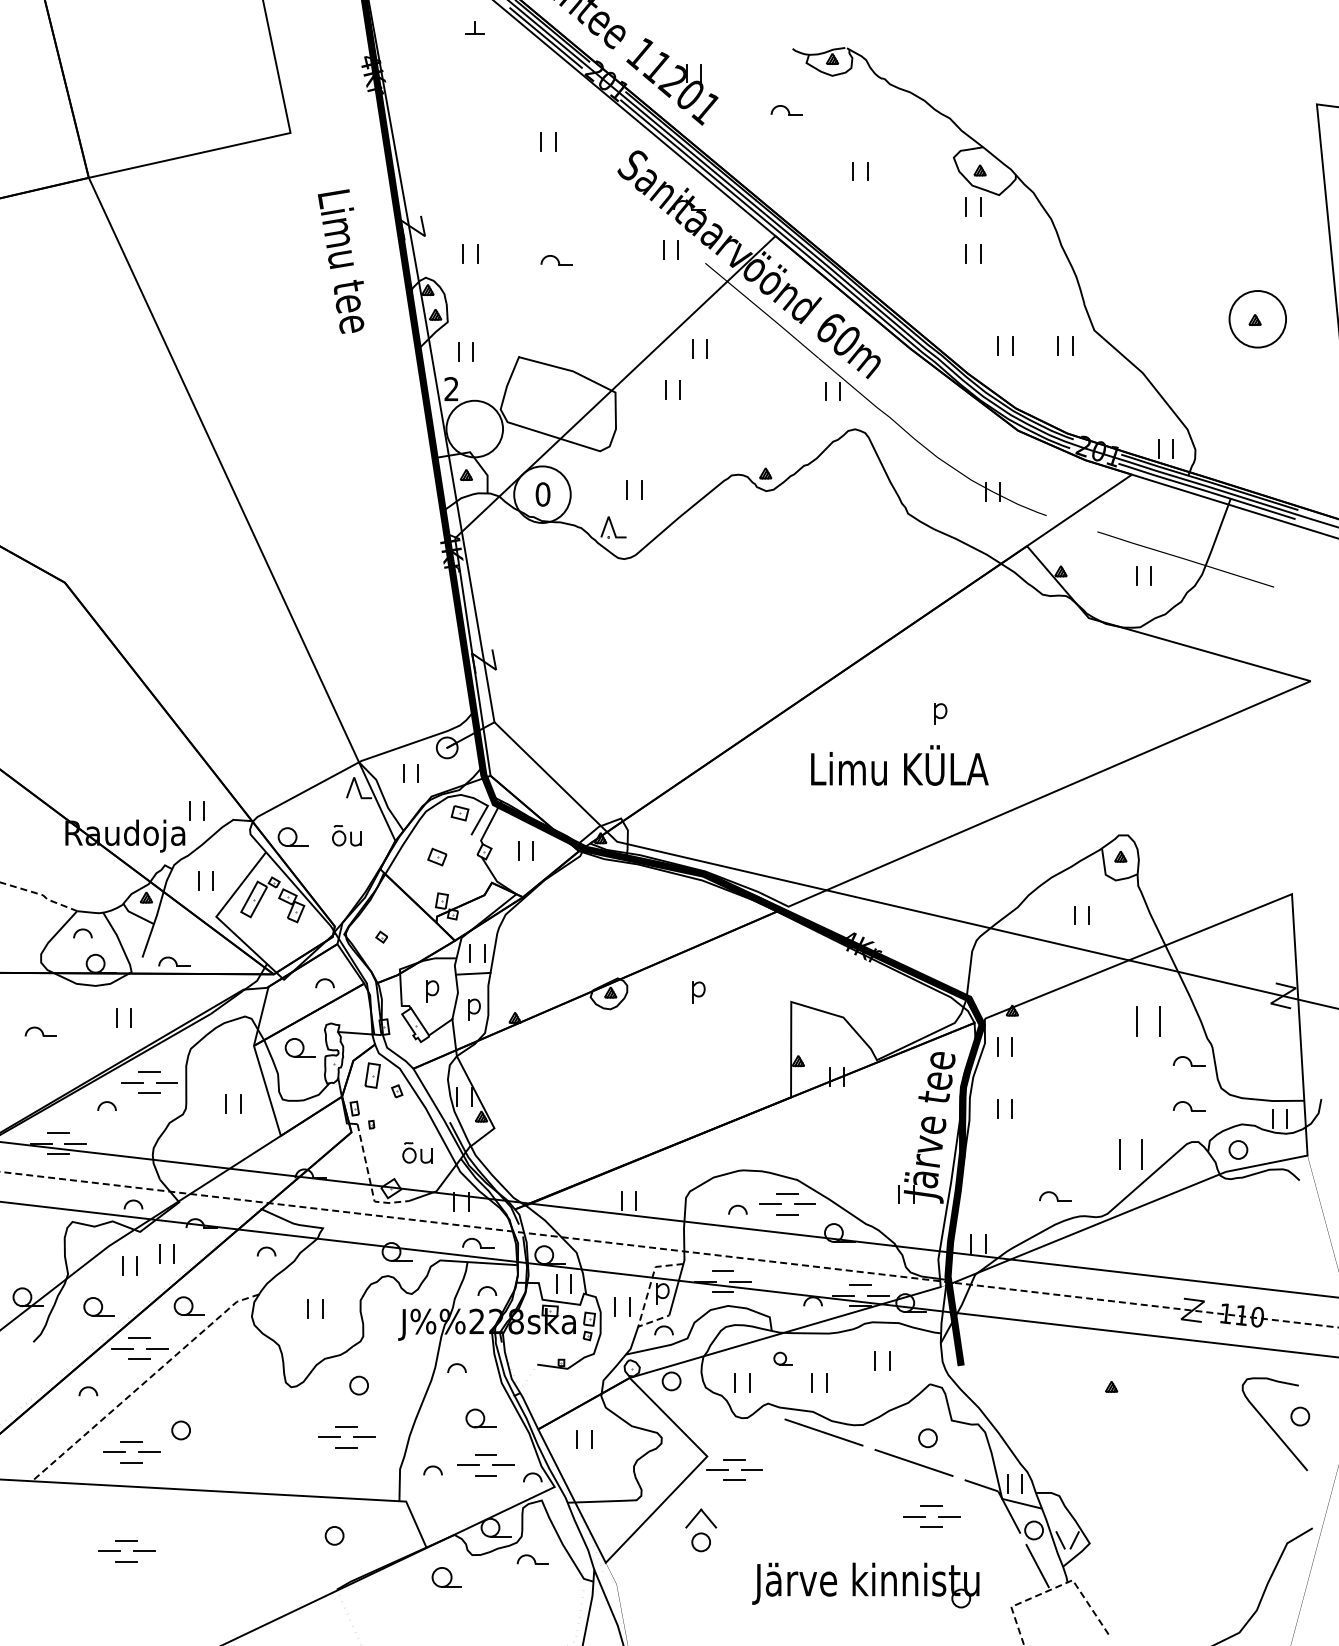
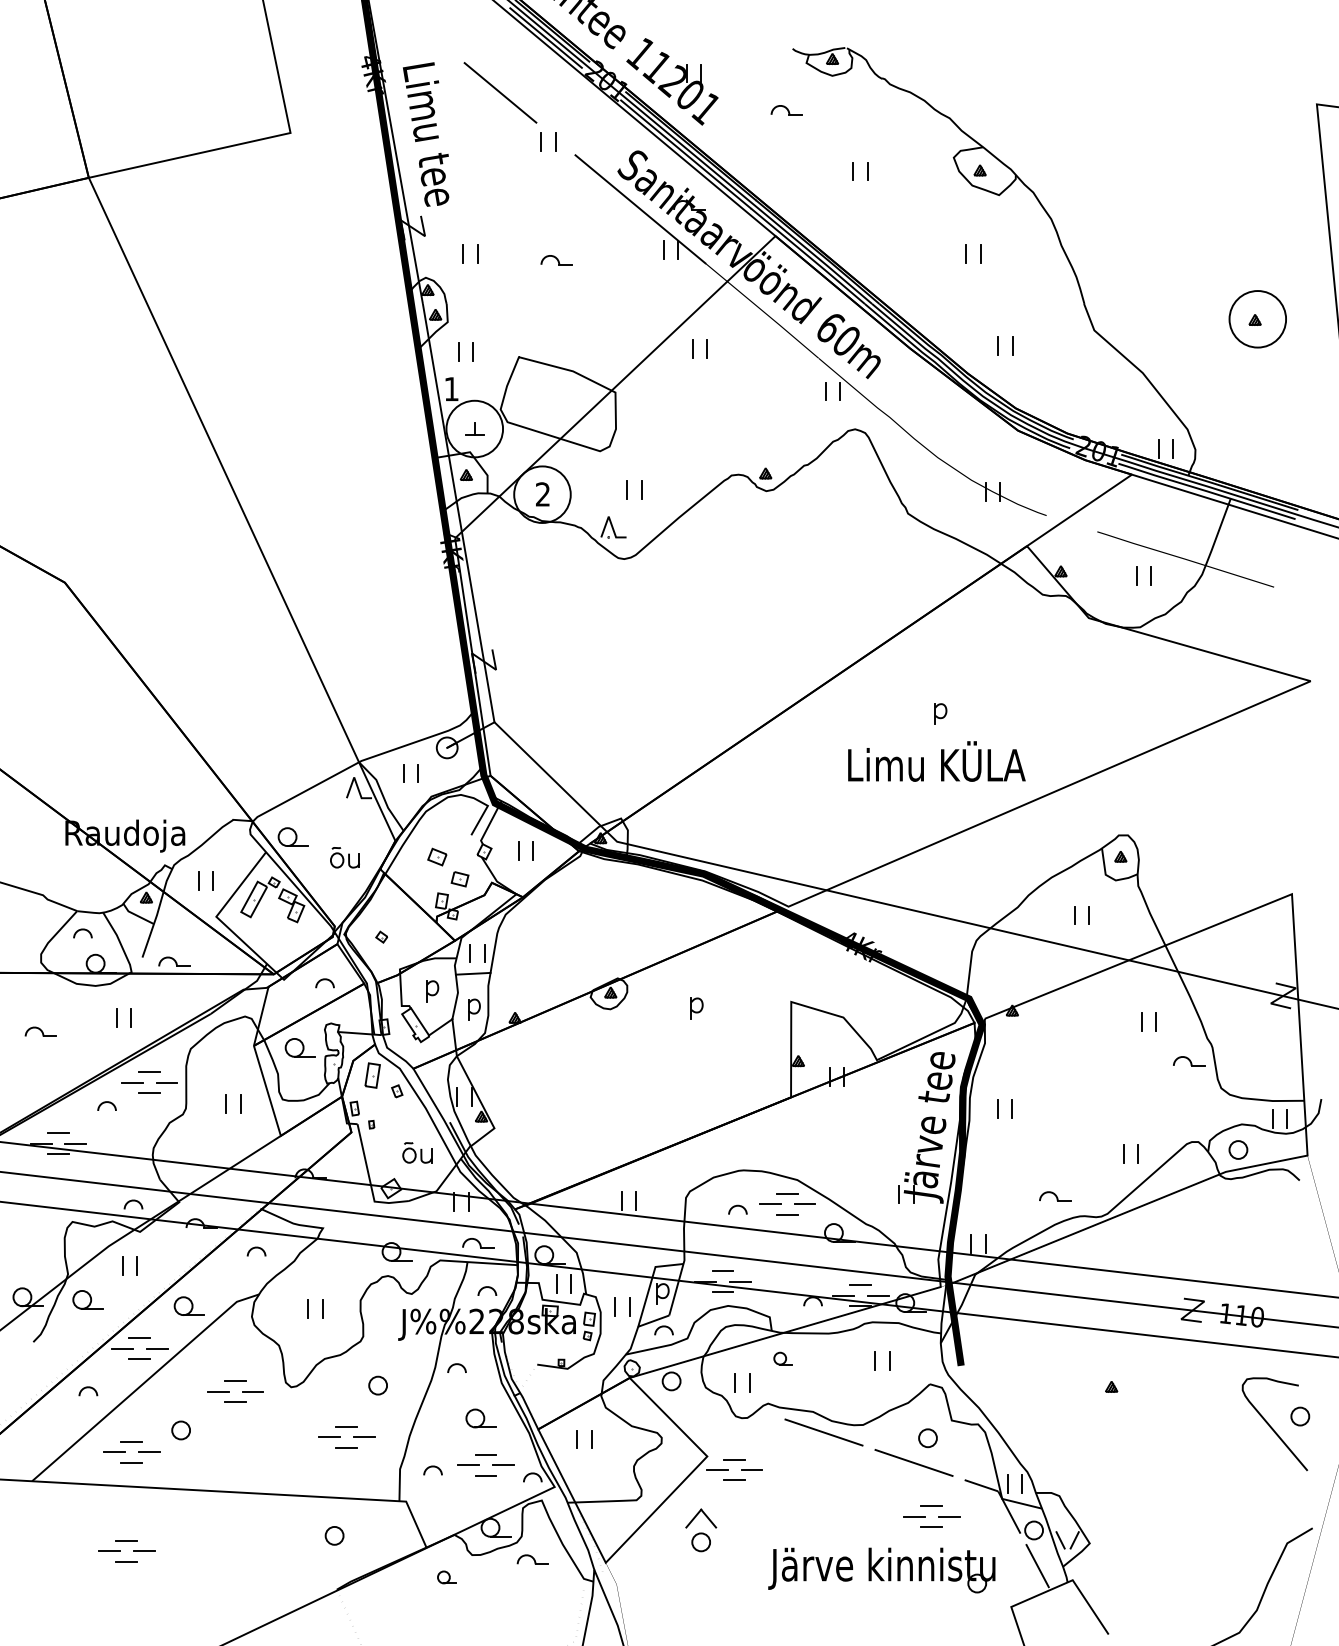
part at (474, 27) position: (474, 27) -> (474, 428)
line at (500, 92): none -> present
part at (966, 206): present -> none
line at (640, 209): none -> present
text at (341, 261) position: (341, 261) -> (426, 134)
part at (1058, 345): present -> none
text at (451, 389): 2 -> 1
part at (672, 389): present -> none
text at (542, 494): 0 -> 2
text at (899, 765) position: (899, 765) -> (936, 761)
part at (196, 810): present -> none
part at (459, 813) position: (459, 813) -> (459, 879)
part at (346, 835) position: (346, 835) -> (344, 857)
line at (41, 894): dashed -> solid
part at (698, 992) position: (698, 992) -> (696, 1008)
part at (1148, 1021) size: 25x31 px -> 16x20 px
part at (1004, 1046): present -> none
part at (1189, 1106): present -> none
part at (1130, 1154) size: 24x31 px -> 16x20 px
line at (370, 1181): dashed -> solid
line at (669, 1249): dashed -> solid
part at (266, 1251) position: (266, 1251) -> (256, 1251)
part at (166, 1253): present -> none
line at (646, 1299): dashed -> solid
part at (98, 1306) position: (98, 1306) -> (87, 1299)
part at (812, 1382): present -> none
line at (143, 1383): dashed -> solid
part at (358, 1385) position: (358, 1385) -> (377, 1385)
part at (235, 1391): none -> present
part at (446, 1577) size: 31x21 px -> 20x15 px
part at (865, 1585) position: (865, 1585) -> (881, 1570)
line at (1052, 1588): dashed -> solid
